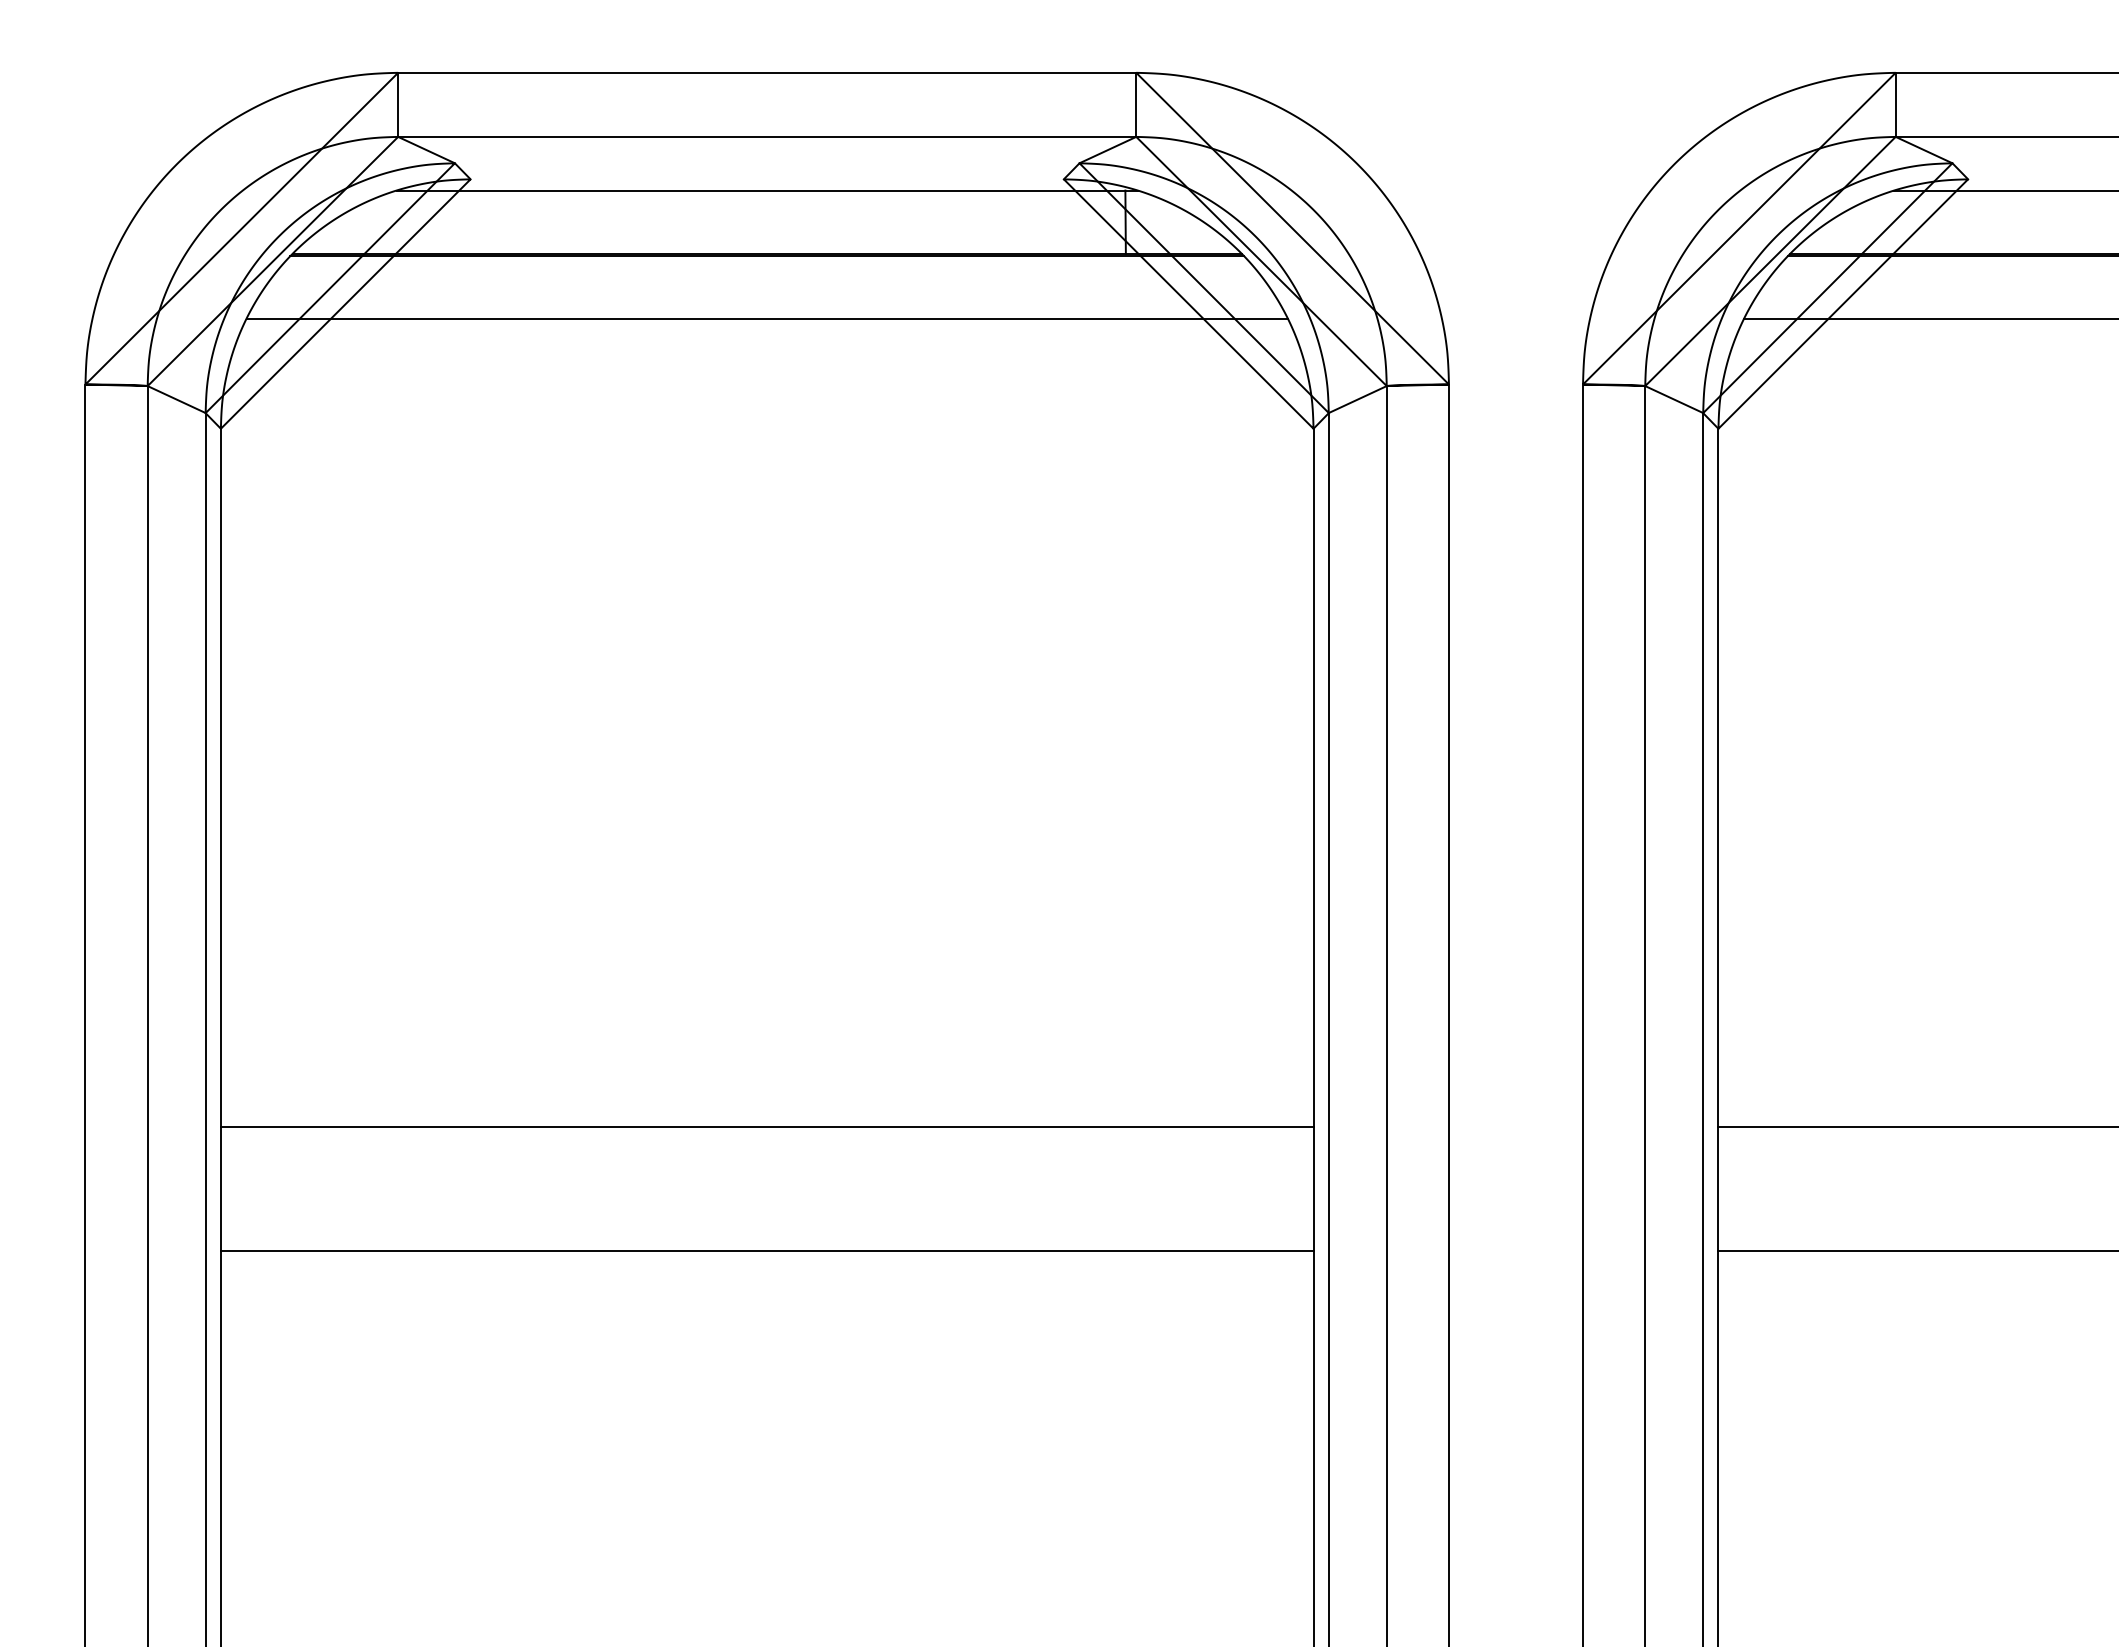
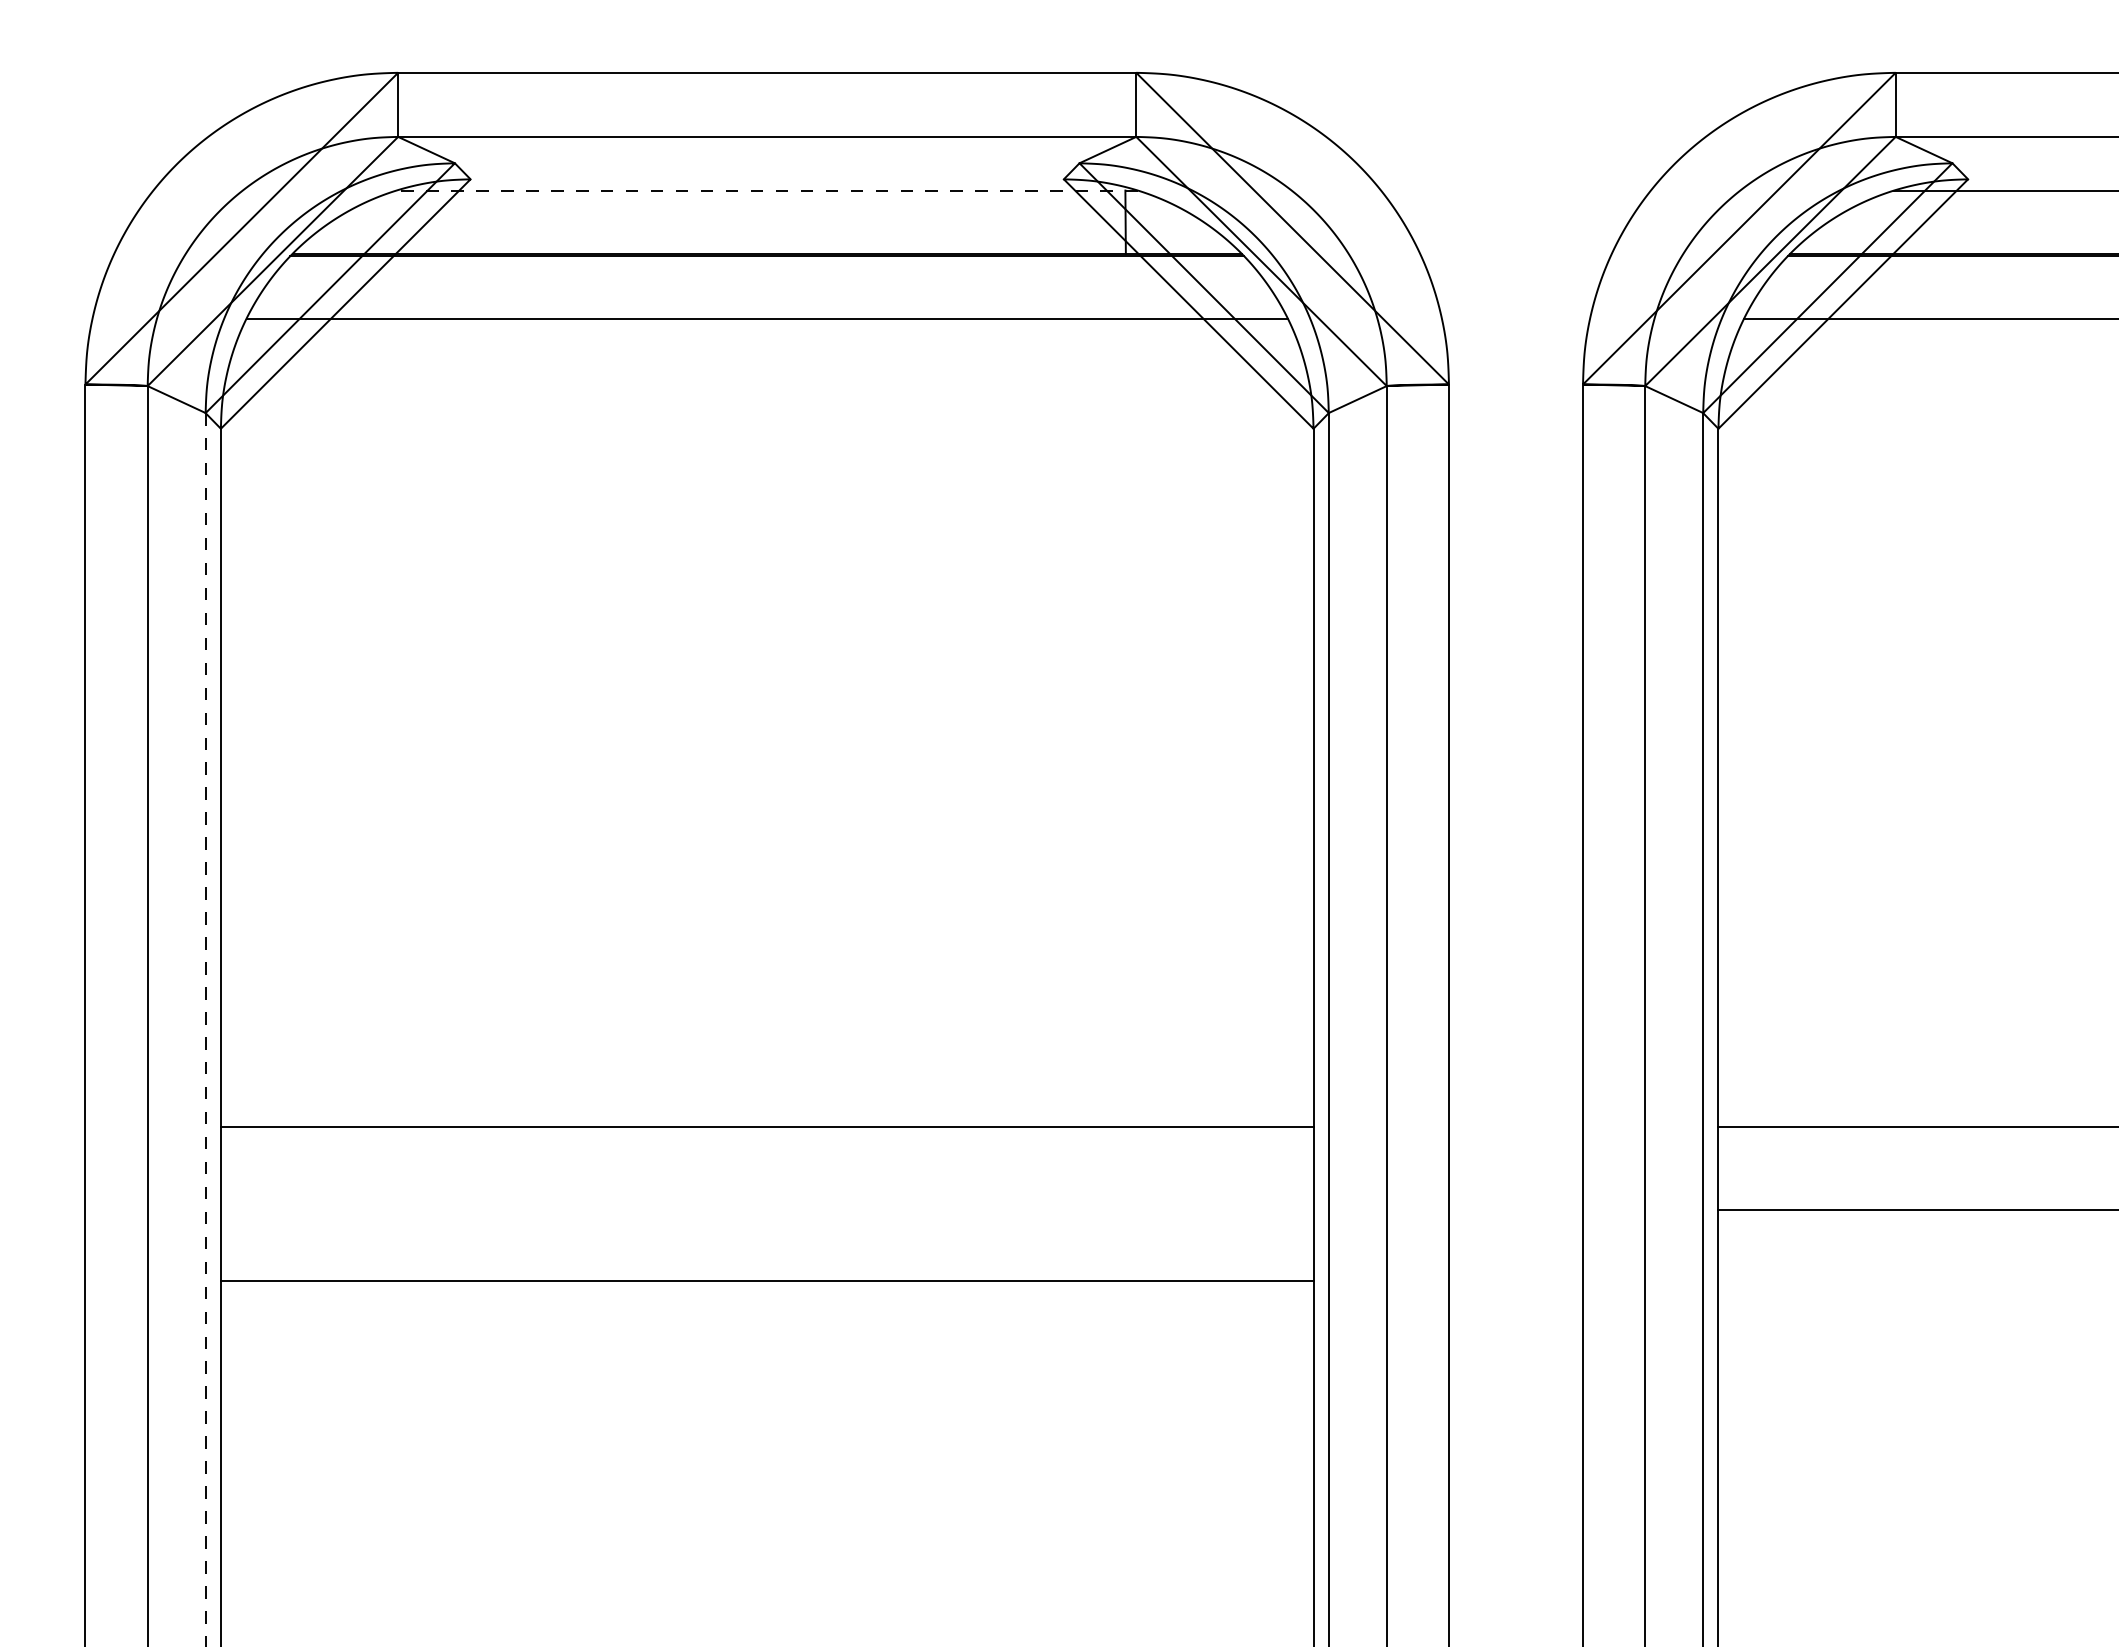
line at (766, 190): solid -> dashed
line at (205, 1030): solid -> dashed
line at (766, 1251) position: (766, 1251) -> (766, 1281)
line at (1916, 1251) position: (1916, 1251) -> (1916, 1210)
